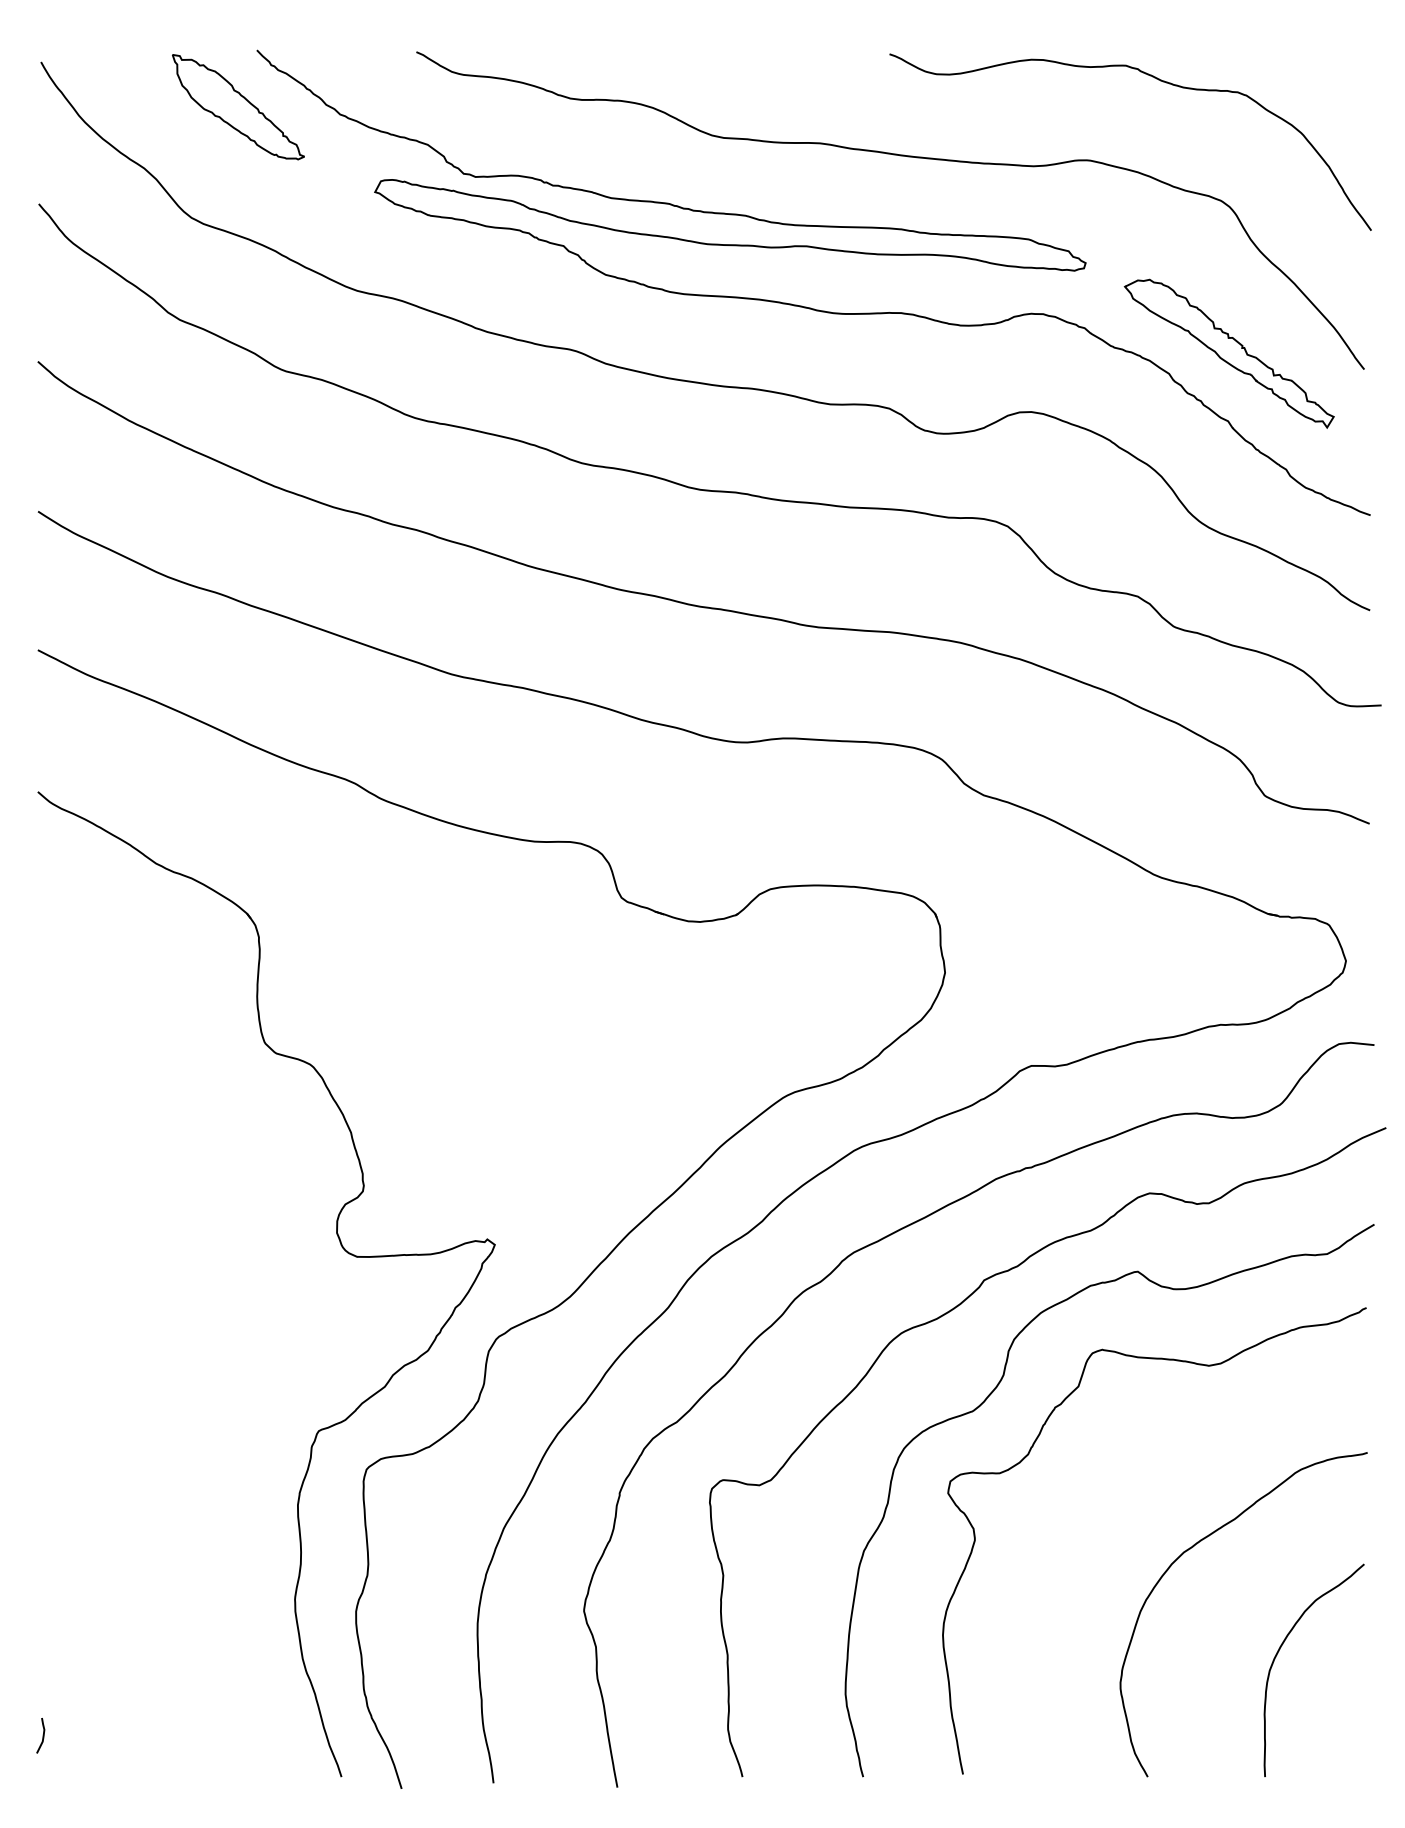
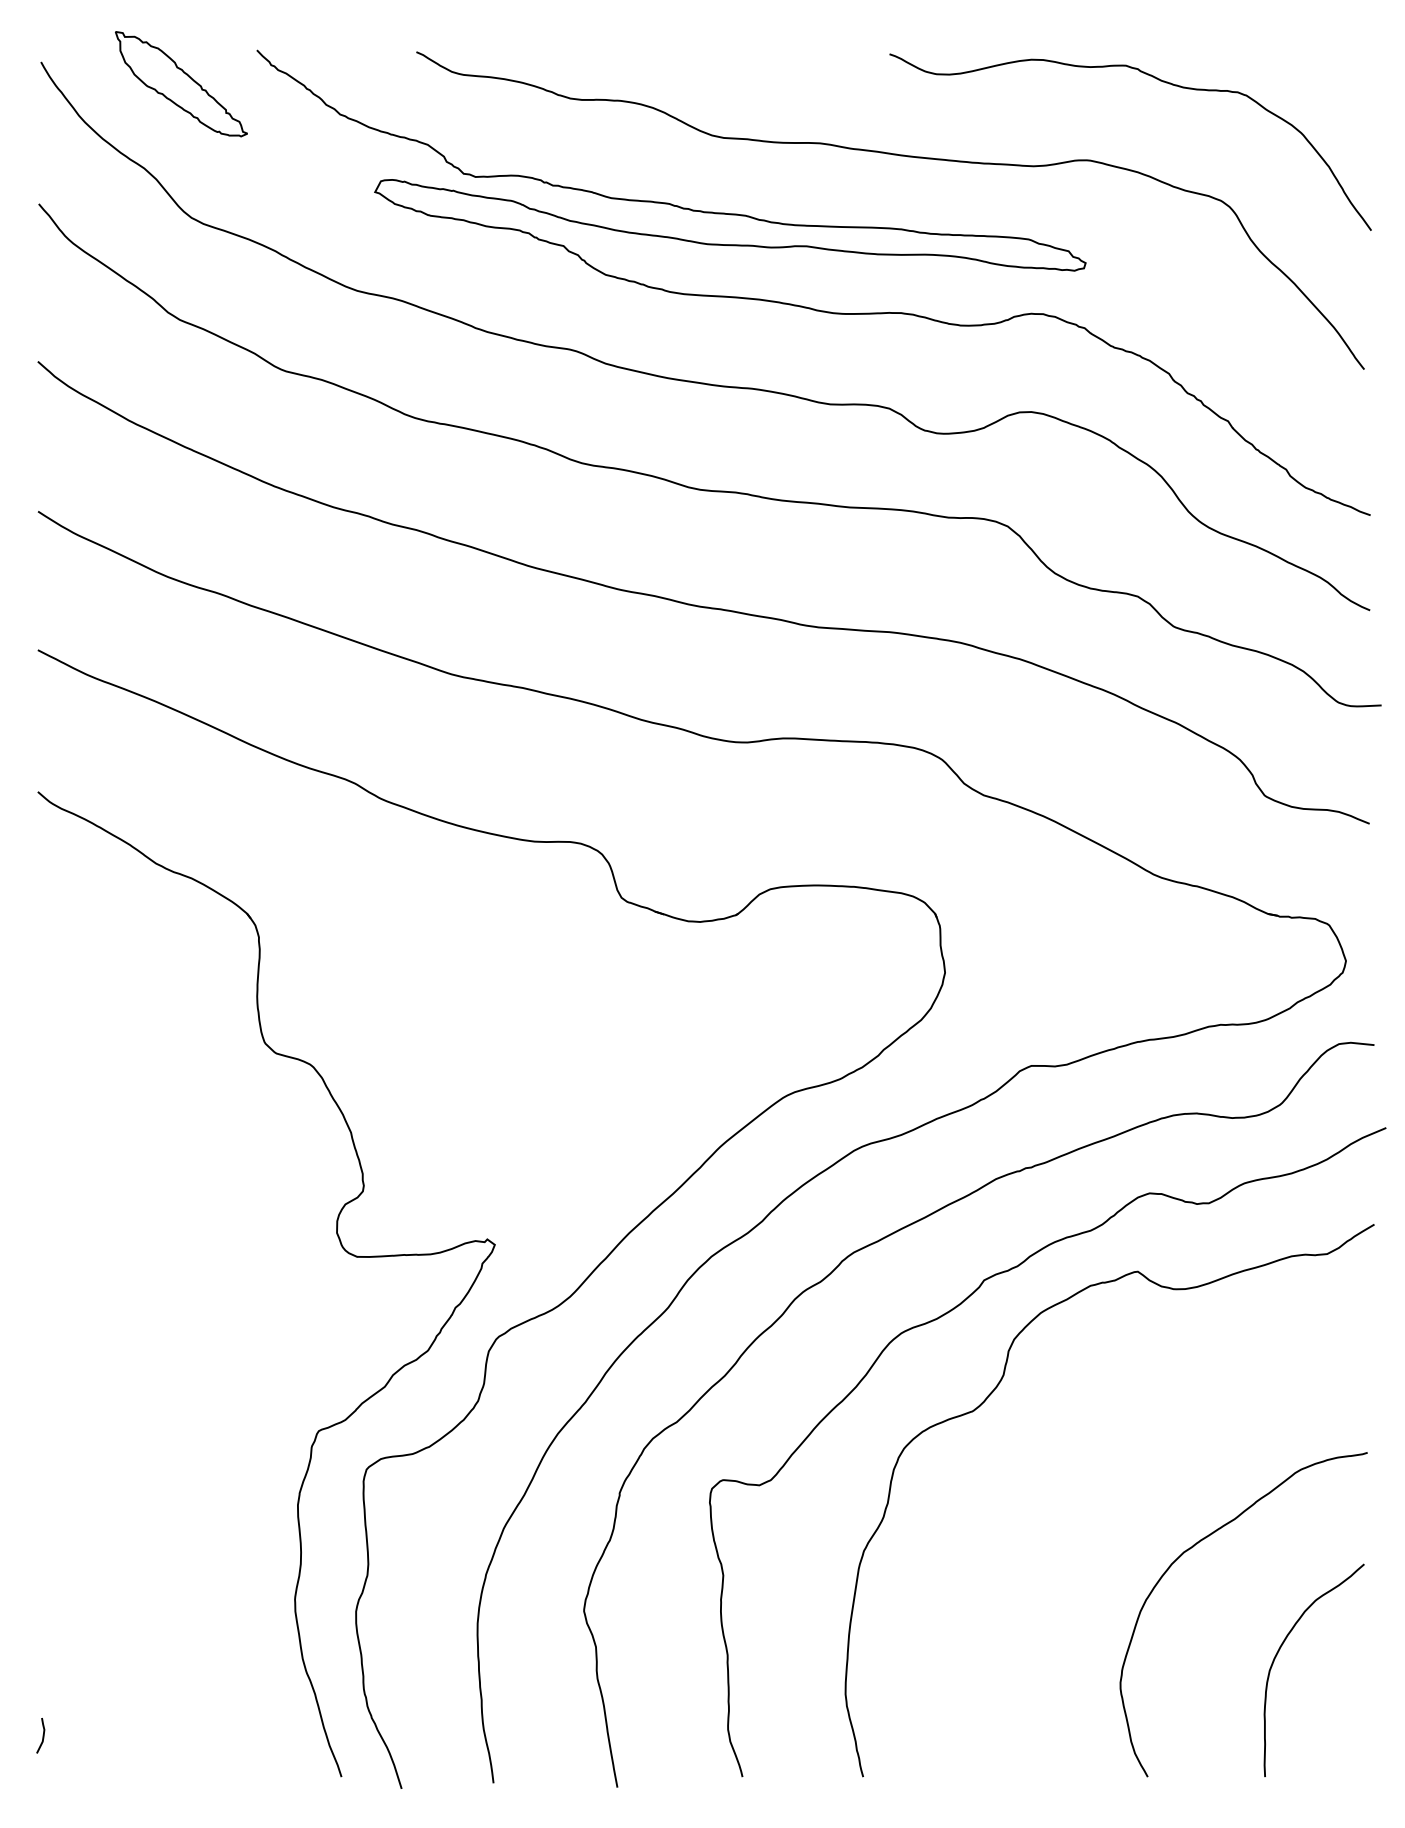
part at (238, 107) position: (238, 107) -> (181, 84)
part at (1228, 353): present -> none
curve at (1029, 1454): present -> none
